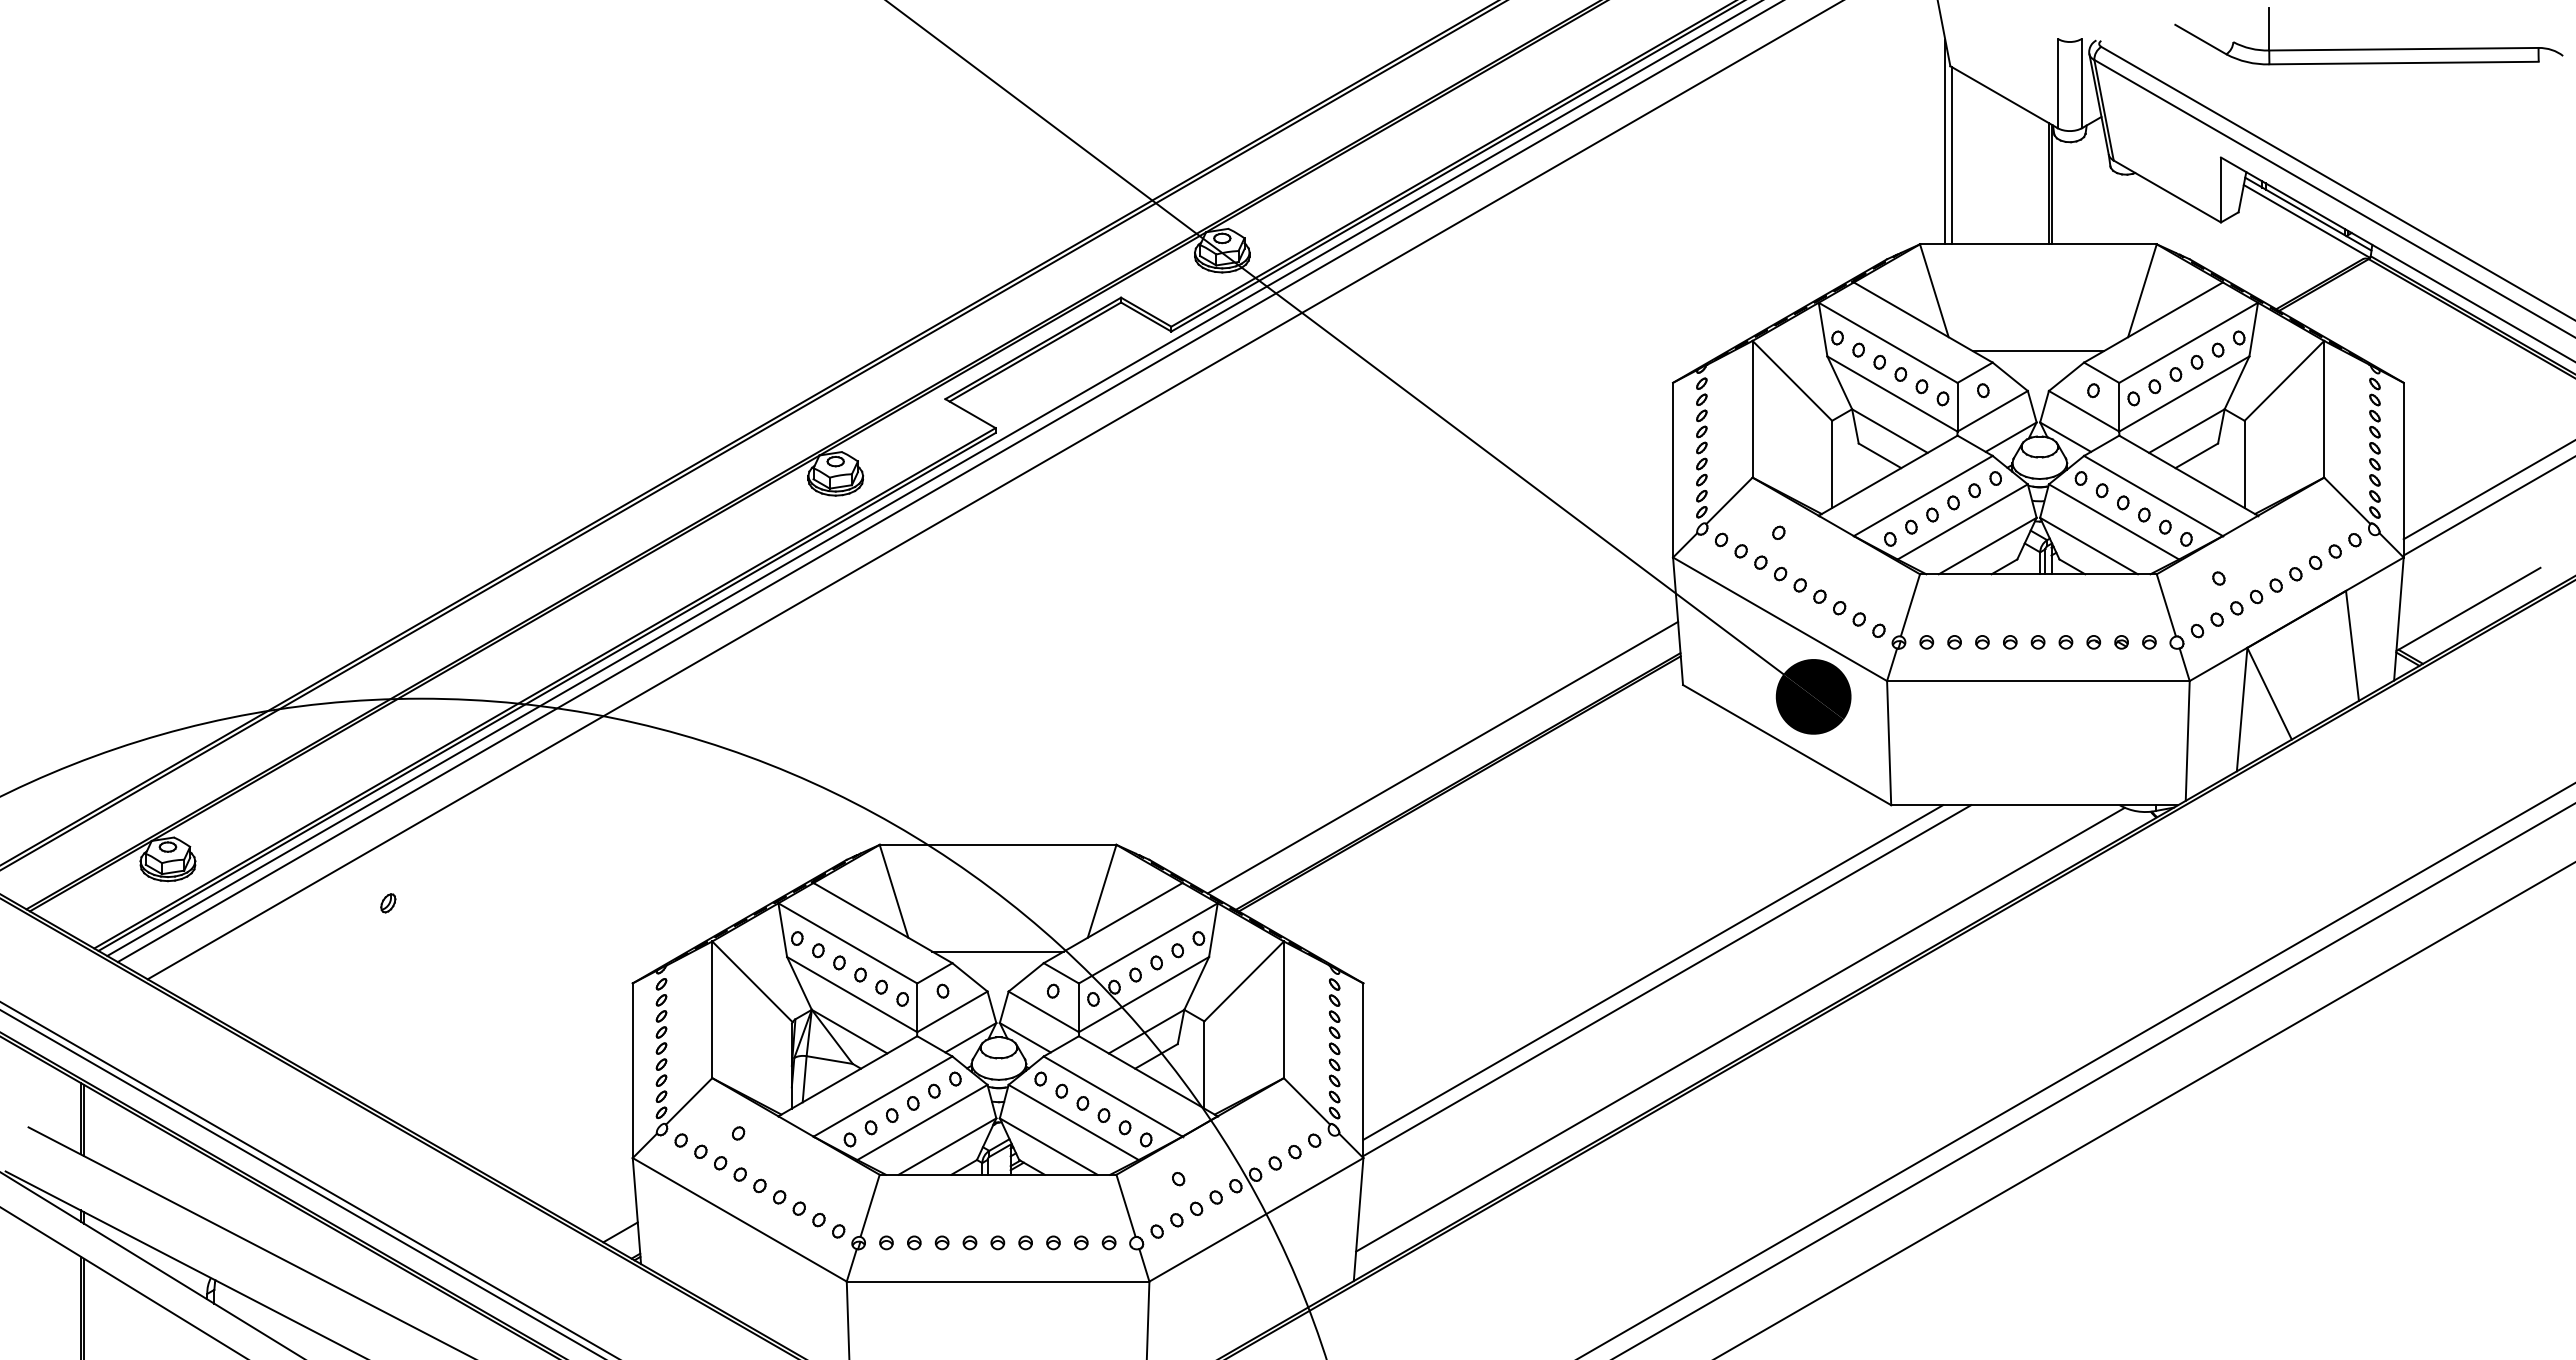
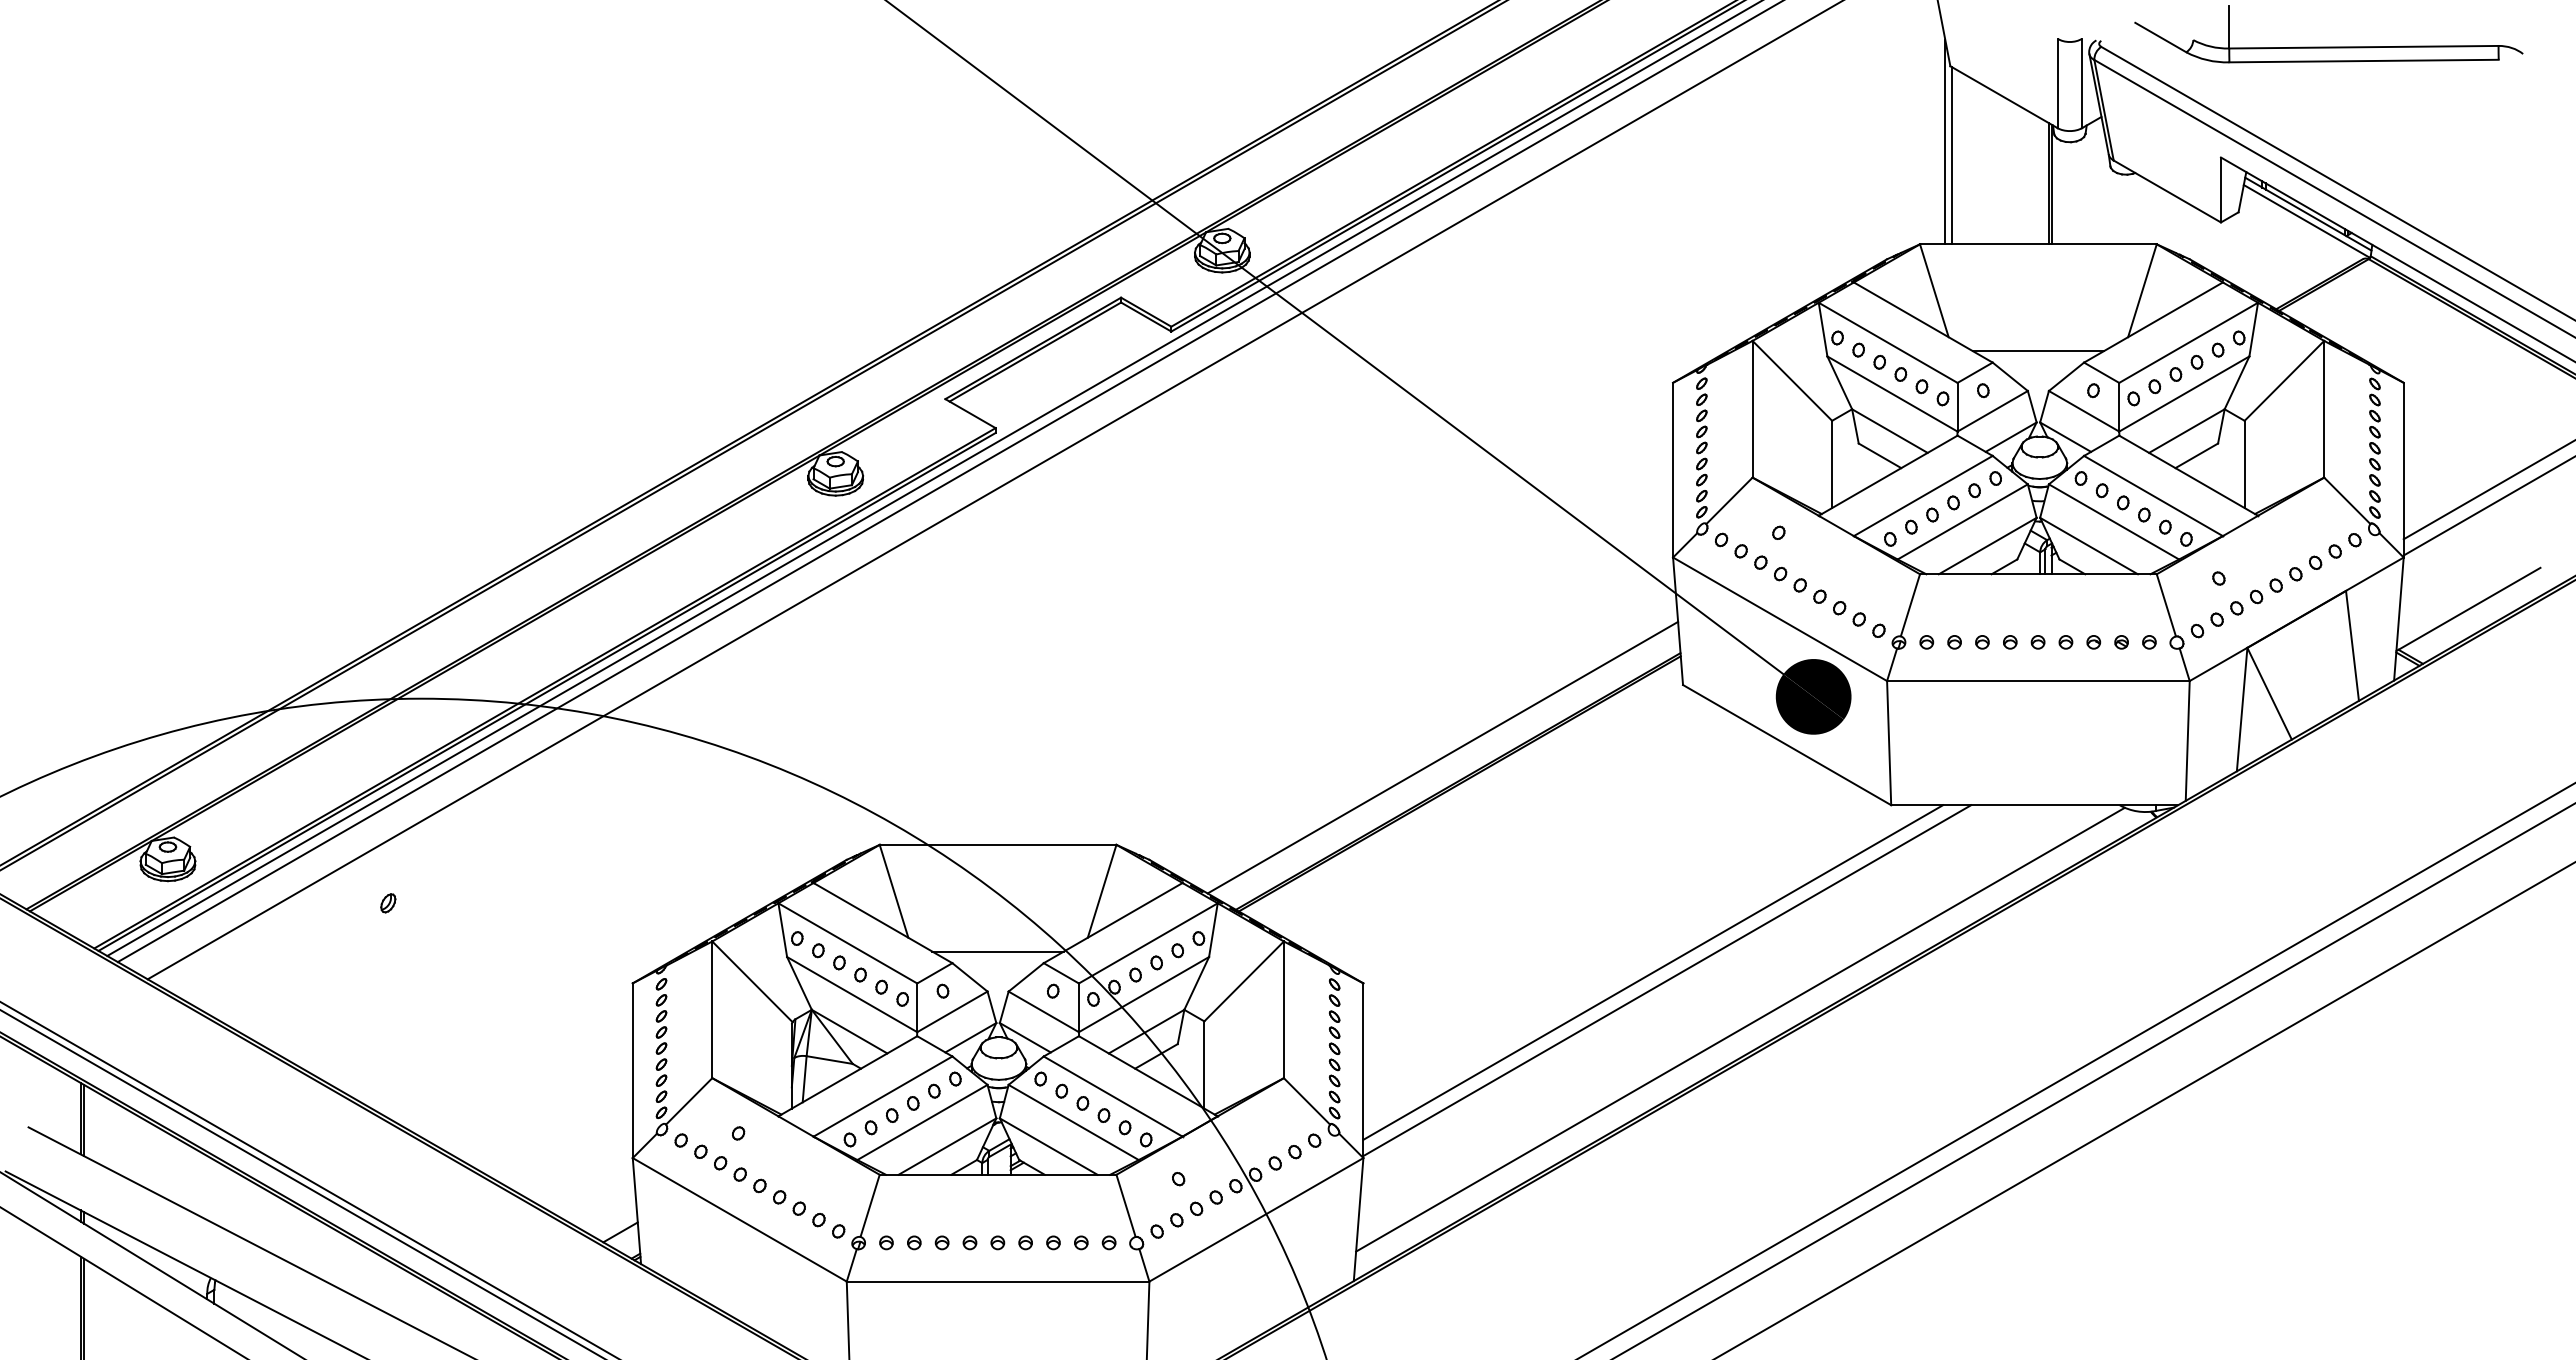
part at (2368, 48) position: (2368, 48) -> (2328, 46)
